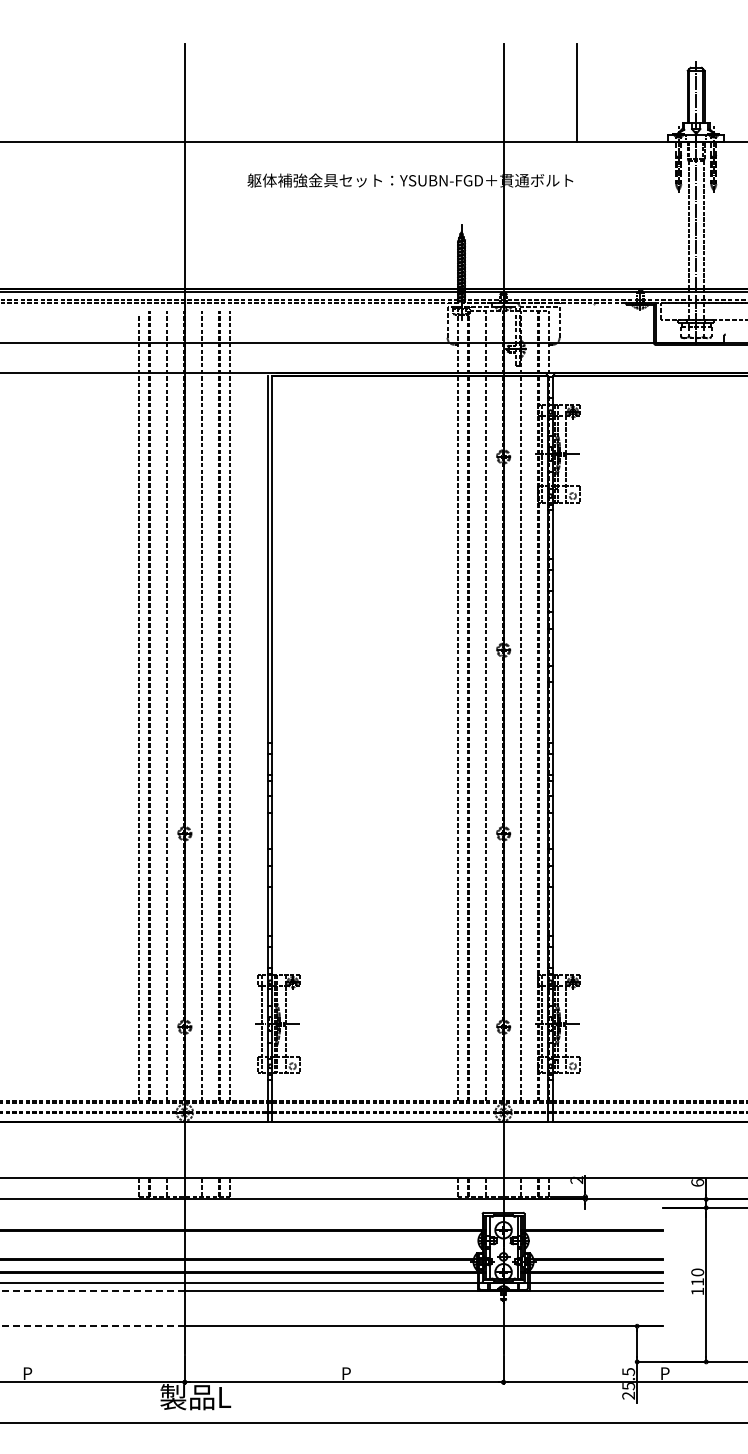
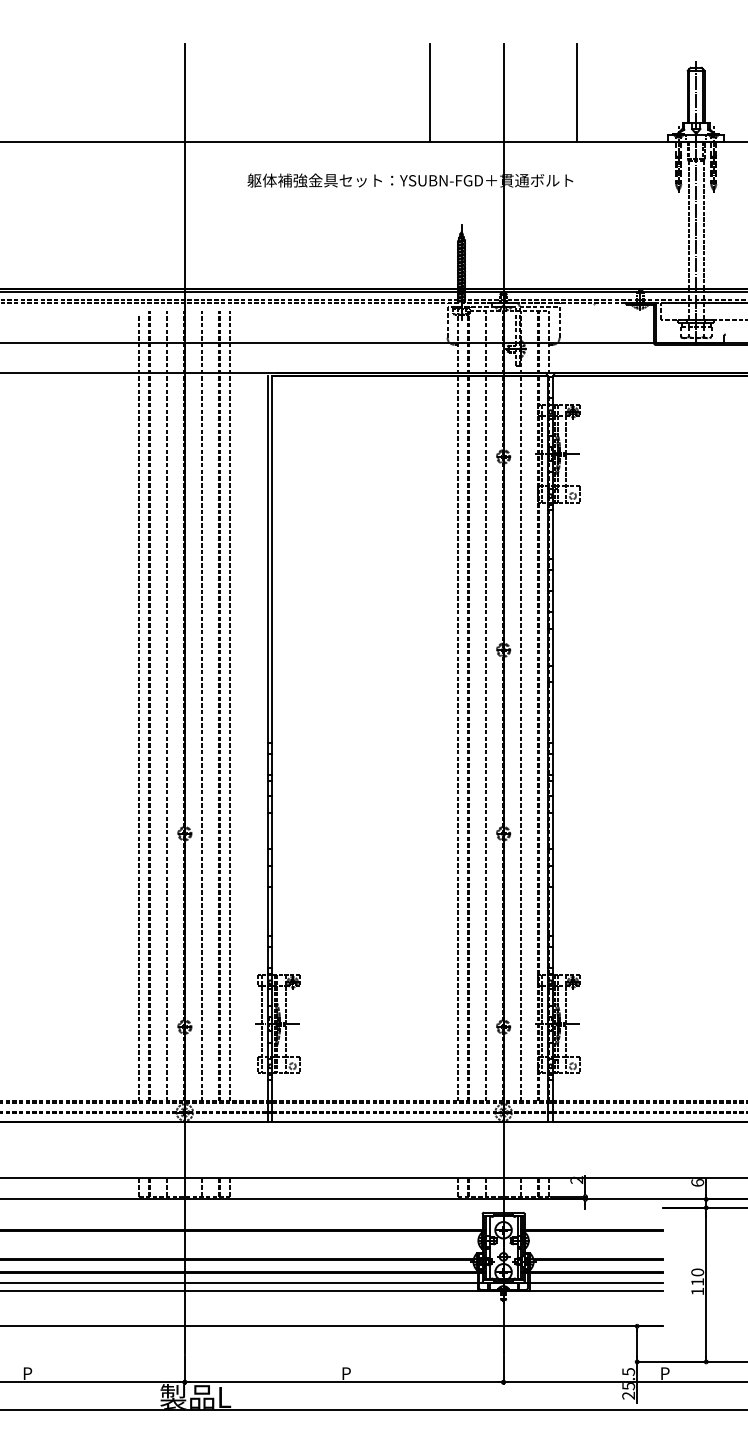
line at (430, 92): none -> present
line at (92, 1291): dashed -> solid
line at (92, 1326): dashed -> solid
line at (373, 1423) position: (373, 1423) -> (373, 1410)
